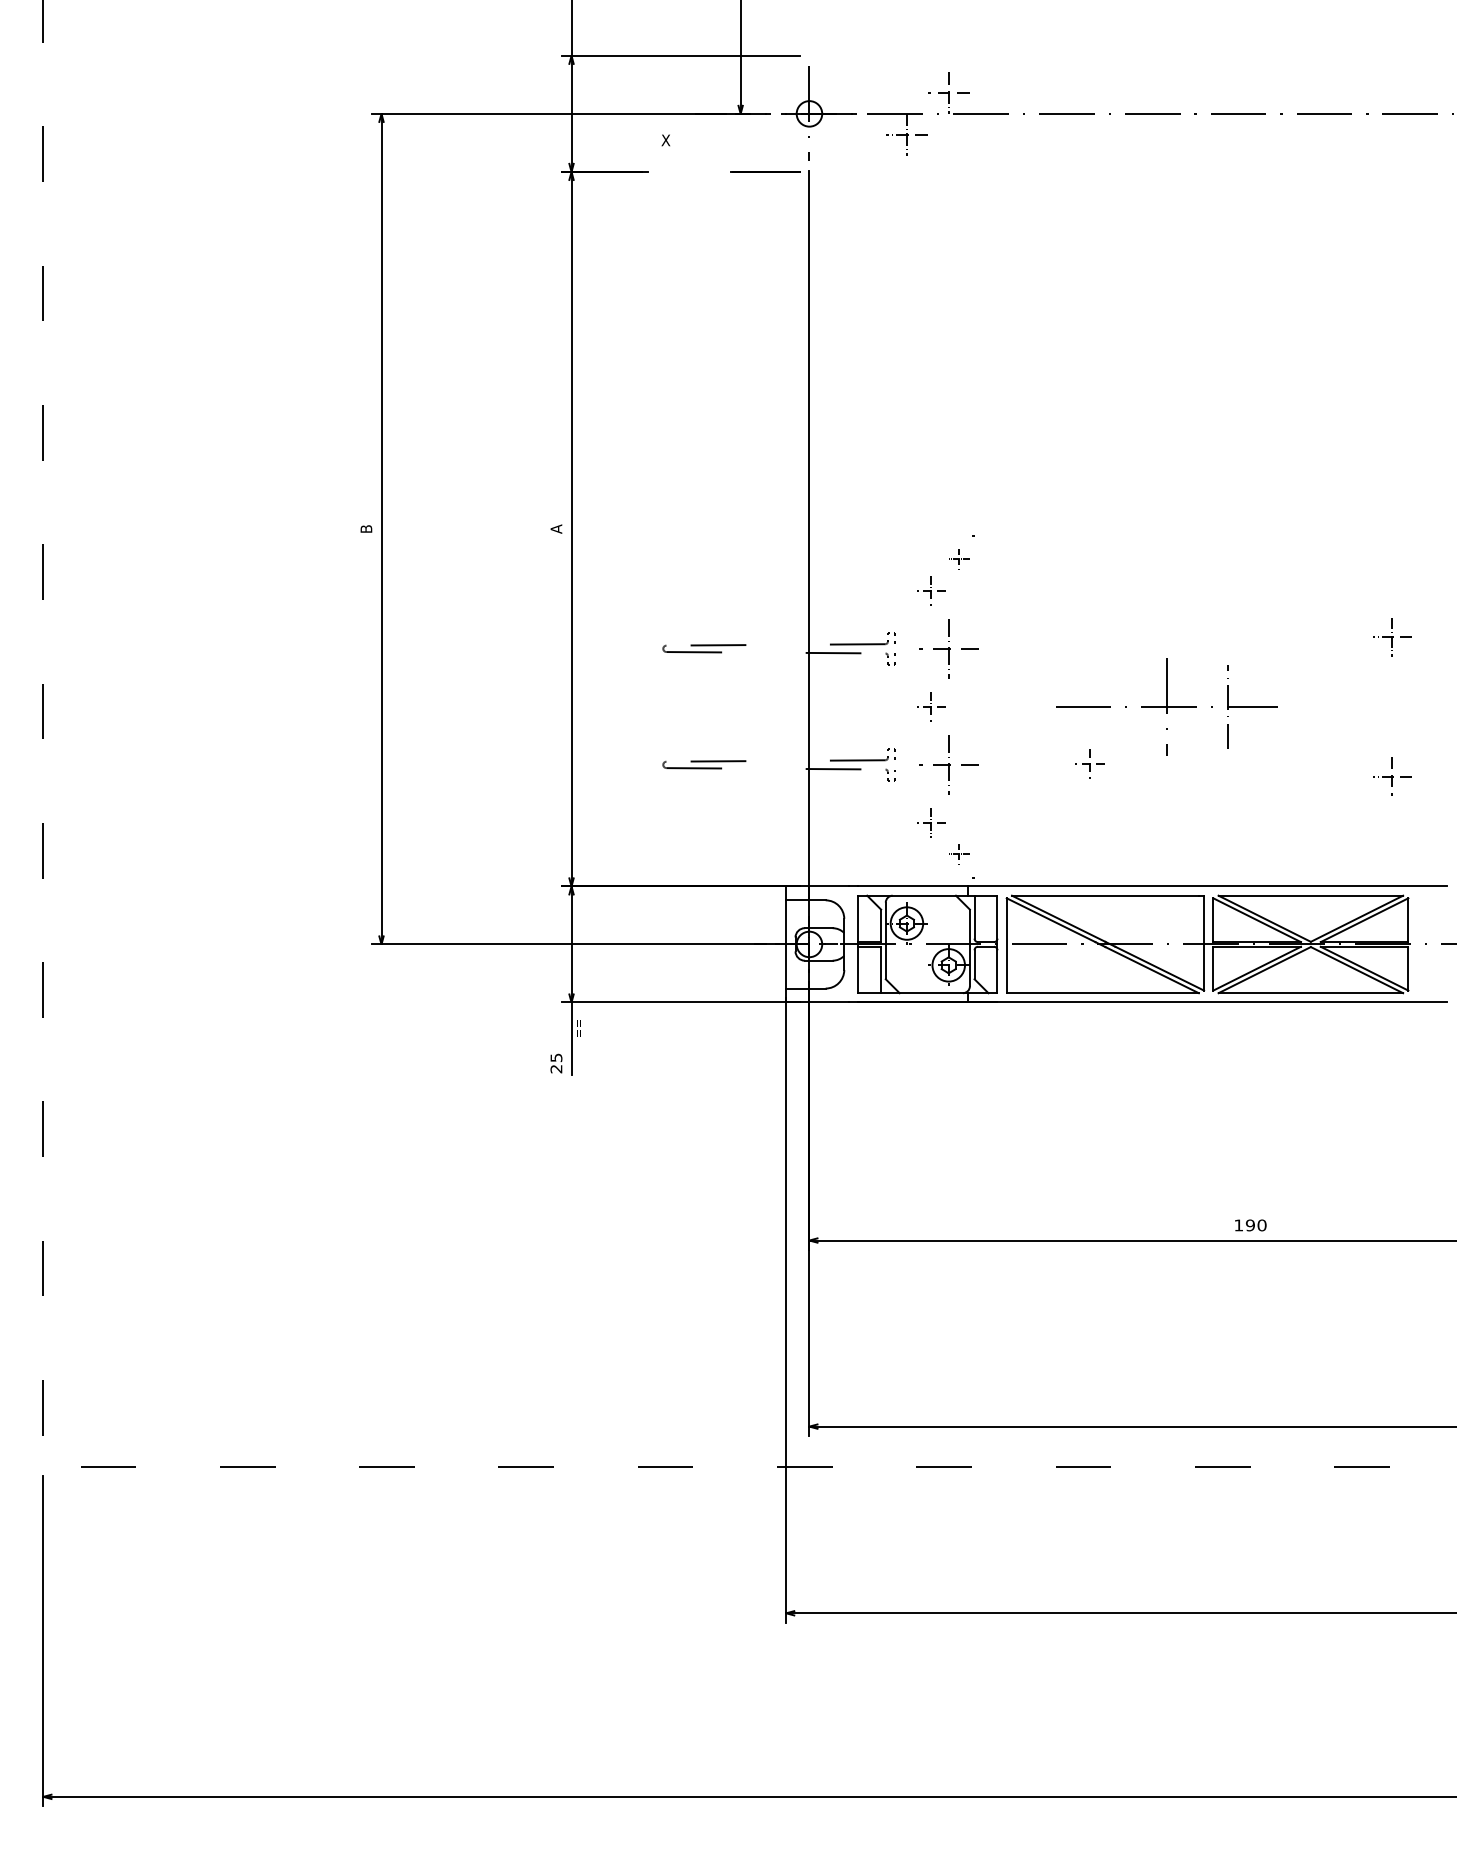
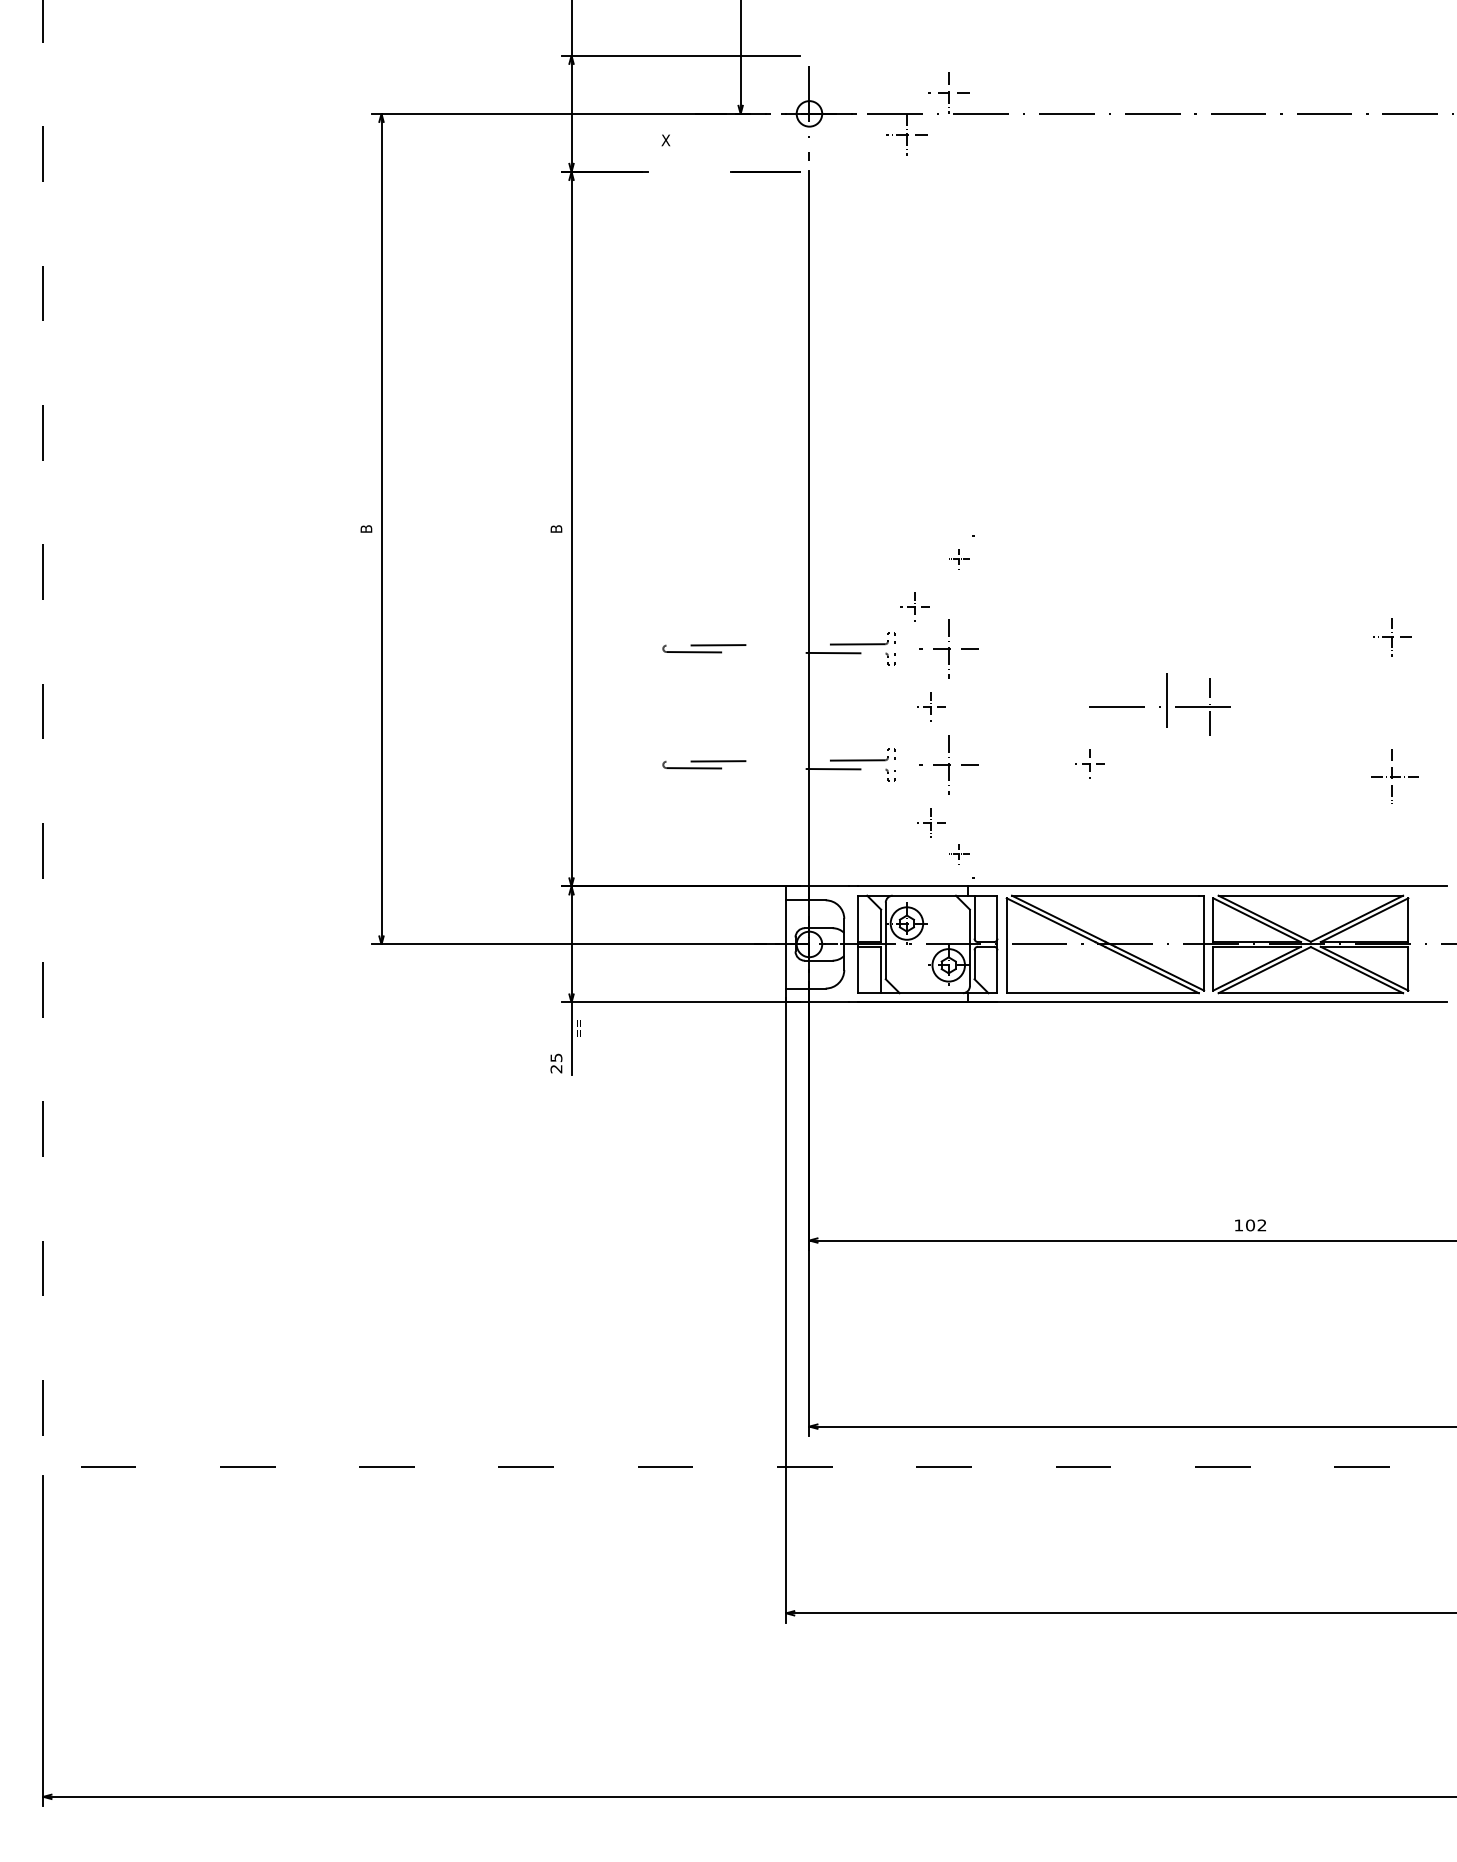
text at (556, 528): A -> B
part at (931, 590) position: (931, 590) -> (915, 606)
part at (1166, 706) size: 222x98 px -> 142x63 px
part at (1392, 776) size: 39x39 px -> 48x55 px
text at (1255, 1225): 190 -> 102
